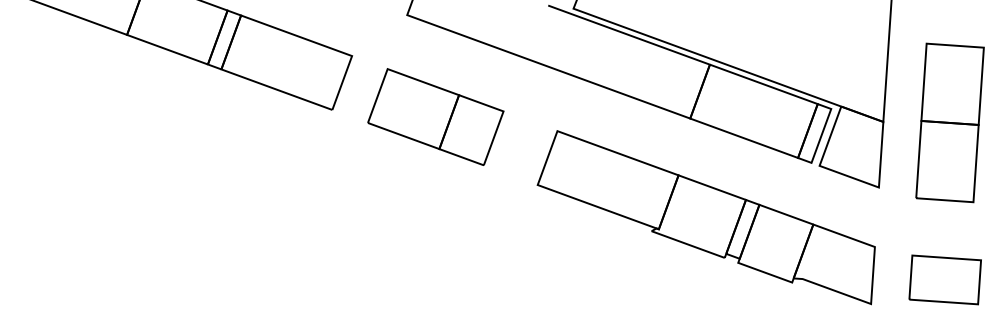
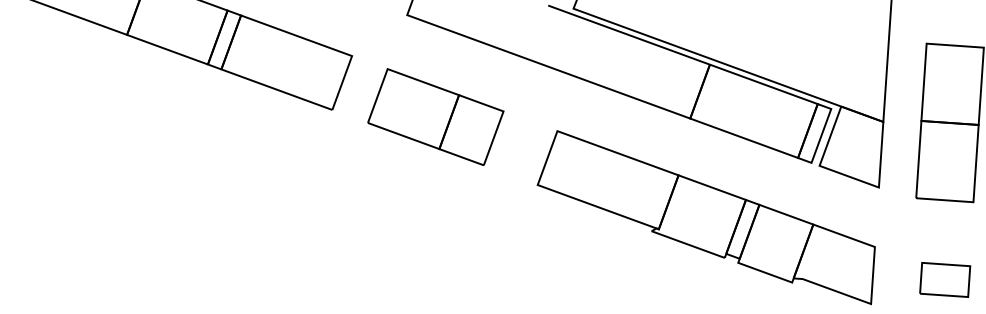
part at (944, 279) size: 74x52 px -> 53x36 px
